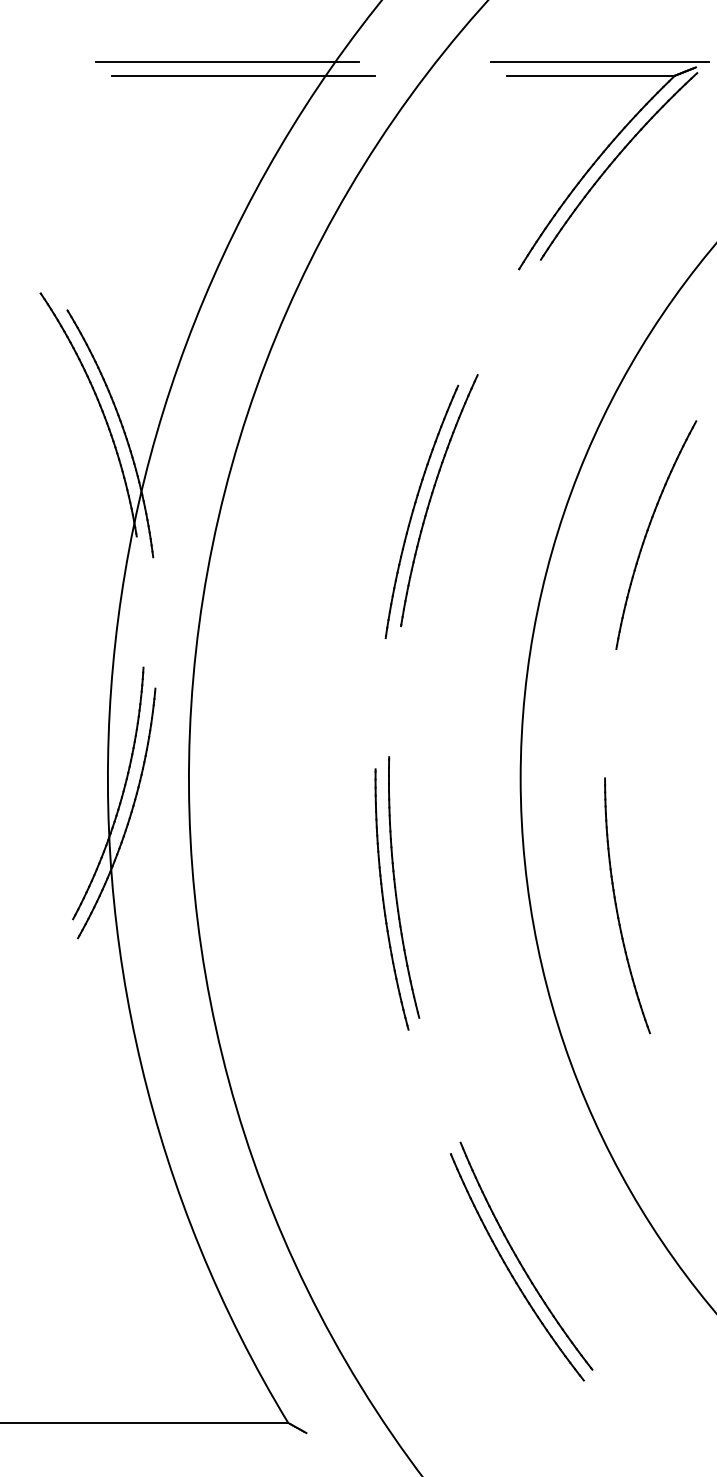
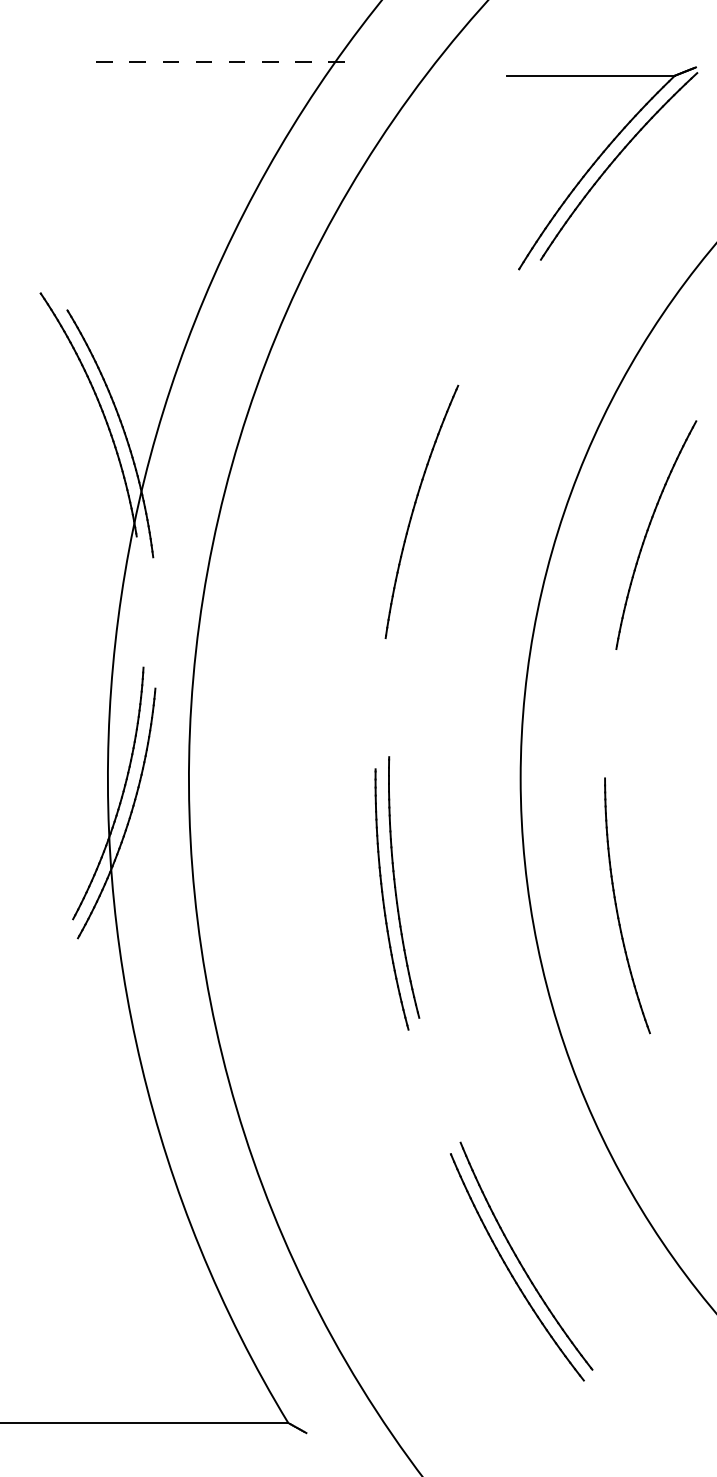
line at (227, 62): solid -> dashed
line at (600, 62): present -> none
line at (242, 75): present -> none
part at (432, 496): present -> none
